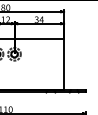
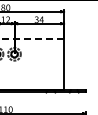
line at (32, 38): solid -> dashed
